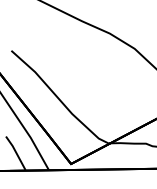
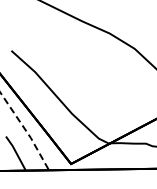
line at (26, 131): solid -> dashed
